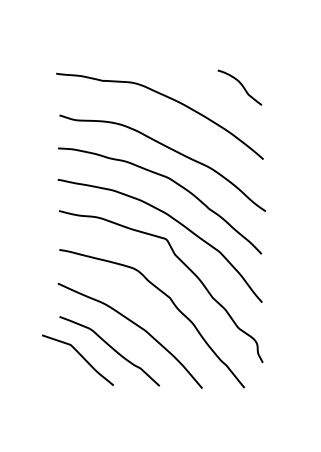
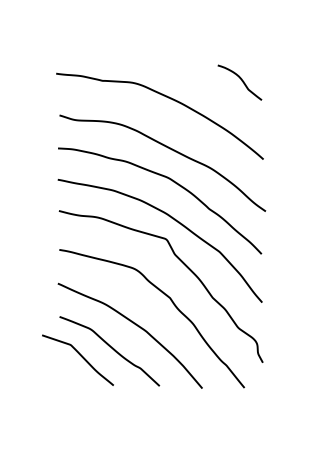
curve at (241, 86) position: (241, 86) -> (241, 81)
